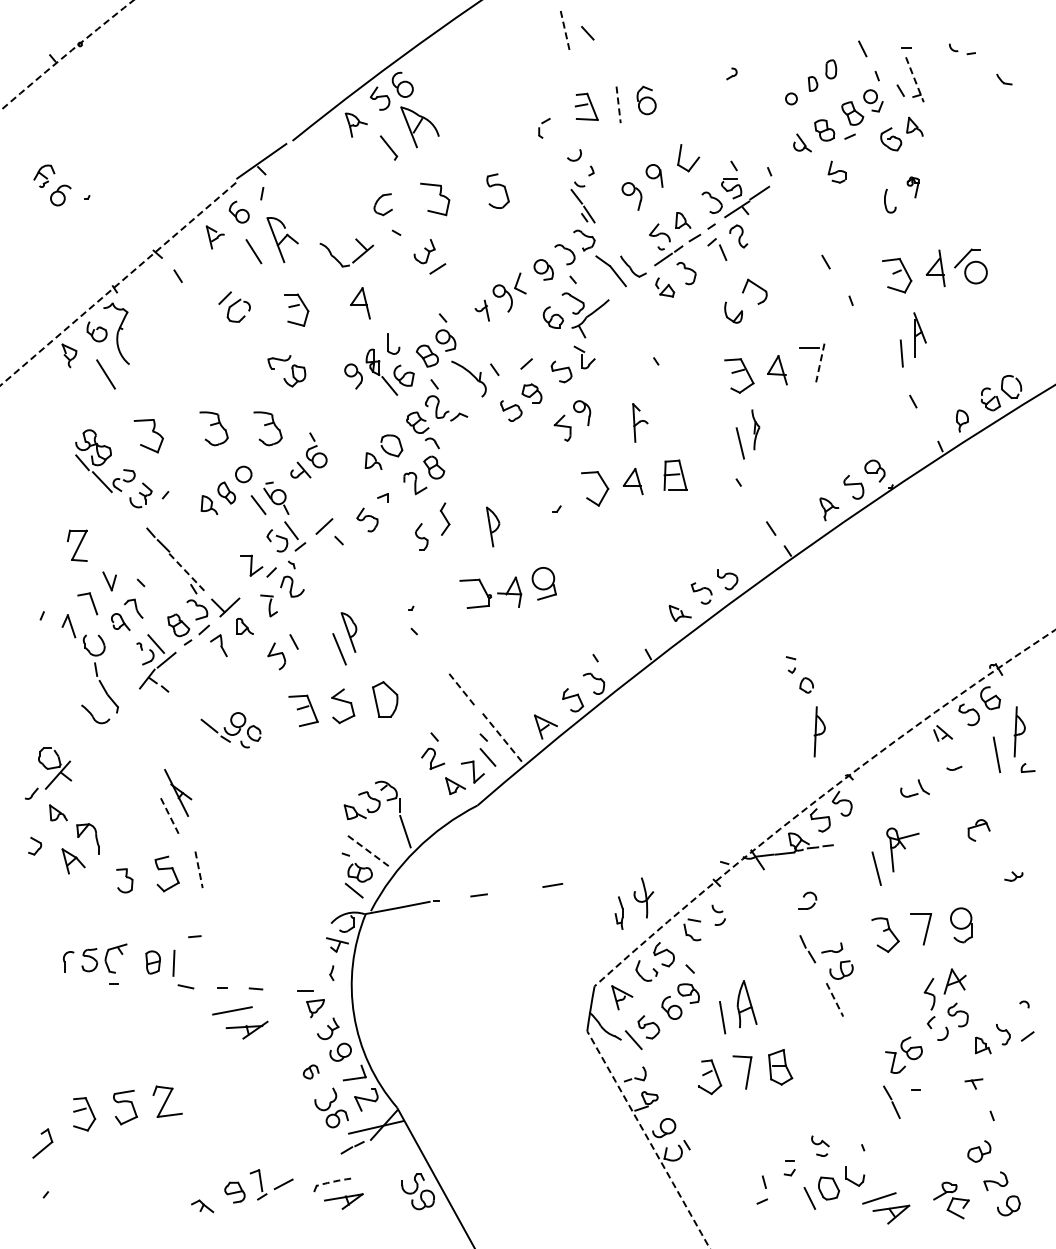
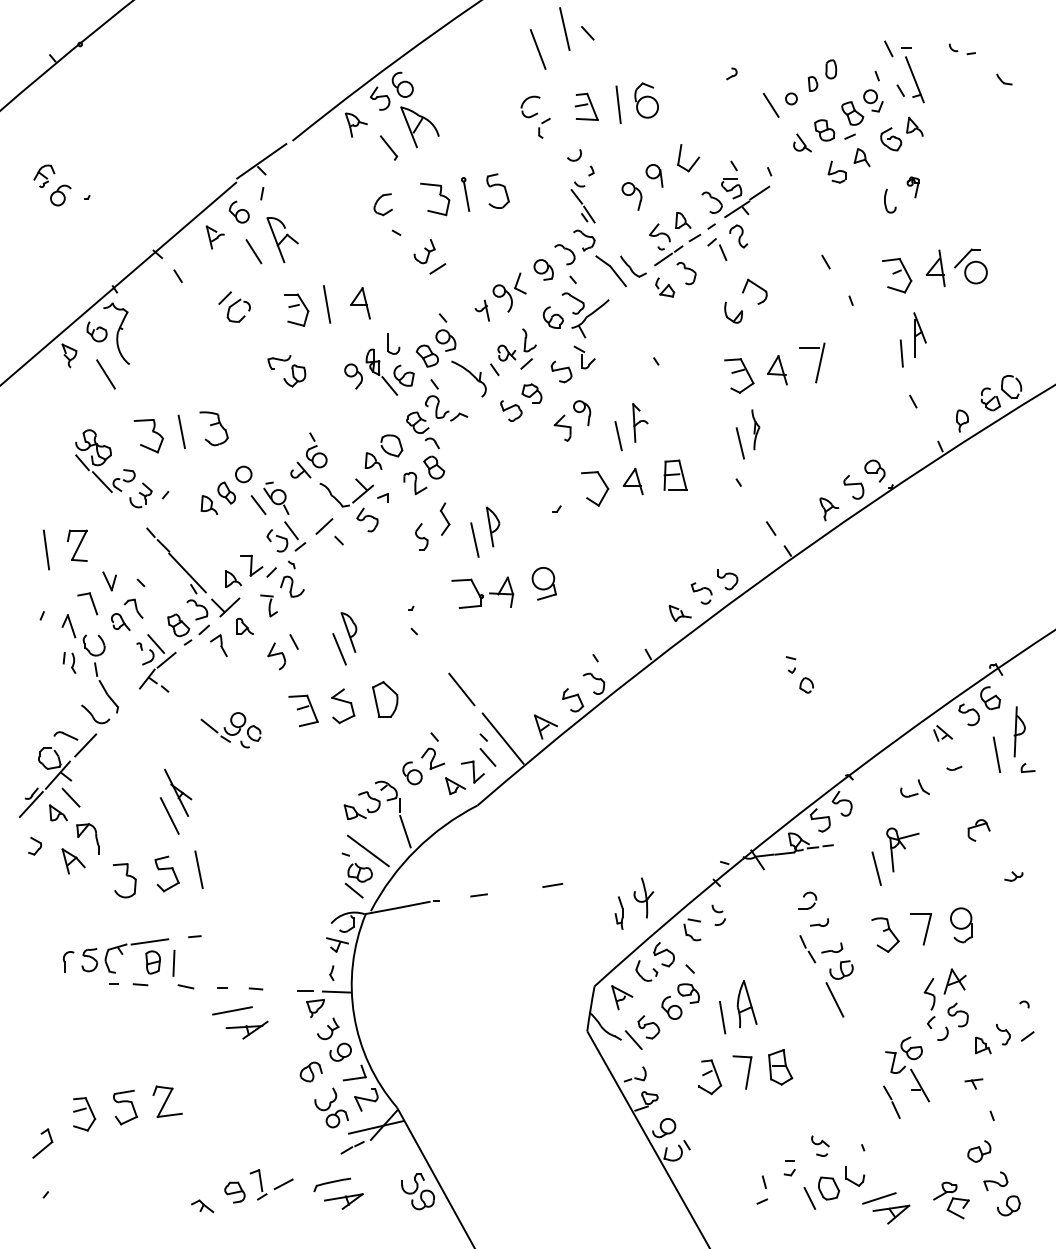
line at (564, 28): dashed -> solid
line at (862, 48) position: (862, 48) -> (888, 48)
line at (537, 49): none -> present
arc at (66, 54): dashed -> solid
line at (915, 80): dashed -> solid
part at (646, 100) size: 21x31 px -> 25x37 px
part at (524, 103): none -> present
line at (770, 104): none -> present
line at (618, 105): dashed -> solid
part at (861, 157): none -> present
part at (465, 194): none -> present
part at (352, 261) position: (352, 261) -> (352, 501)
line at (118, 284): dashed -> solid
line at (326, 304): none -> present
part at (516, 344): none -> present
line at (820, 362): dashed -> solid
part at (267, 428): present -> none
line at (181, 431): none -> present
line at (618, 436): none -> present
line at (474, 539): none -> present
line at (46, 549): none -> present
line at (187, 573): dashed -> solid
part at (233, 578): none -> present
part at (490, 592) position: (490, 592) -> (482, 592)
part at (69, 662): none -> present
line at (462, 689): dashed -> solid
part at (819, 731): present -> none
part at (65, 735): none -> present
line at (503, 739): dashed -> solid
line at (85, 745): none -> present
part at (412, 773): none -> present
line at (70, 797): none -> present
arc at (818, 799): dashed -> solid
line at (30, 804): none -> present
line at (169, 815): dashed -> solid
line at (368, 851): dashed -> solid
line at (199, 869): dashed -> solid
part at (124, 880) size: 18x26 px -> 24x36 px
part at (819, 922): none -> present
line at (149, 941): none -> present
line at (140, 984): none -> present
line at (336, 991): none -> present
line at (834, 999): dashed -> solid
part at (310, 1071) size: 18x16 px -> 24x22 px
line at (920, 1085): none -> present
arc at (648, 1140): dashed -> solid
arc at (333, 1181): dashed -> solid
